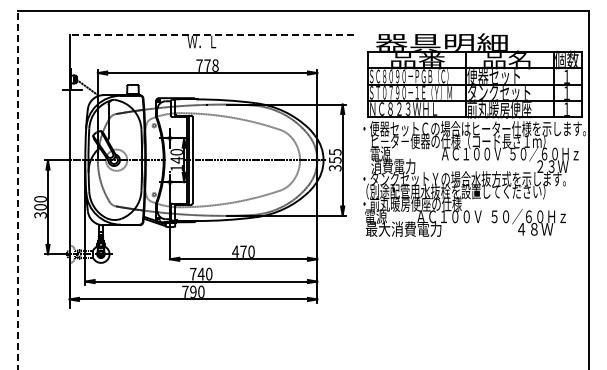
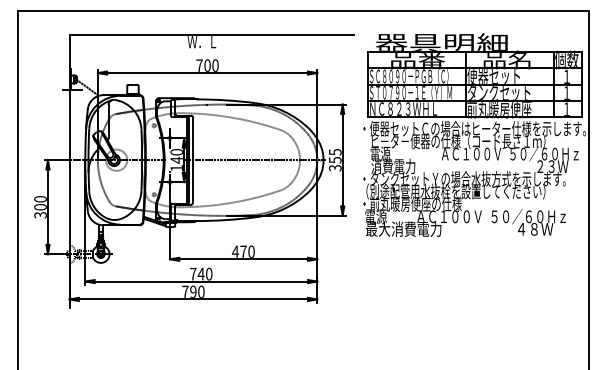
line at (211, 34): dashed -> solid
text at (211, 65): 778 -> 700
line at (18, 189): dashed -> solid
